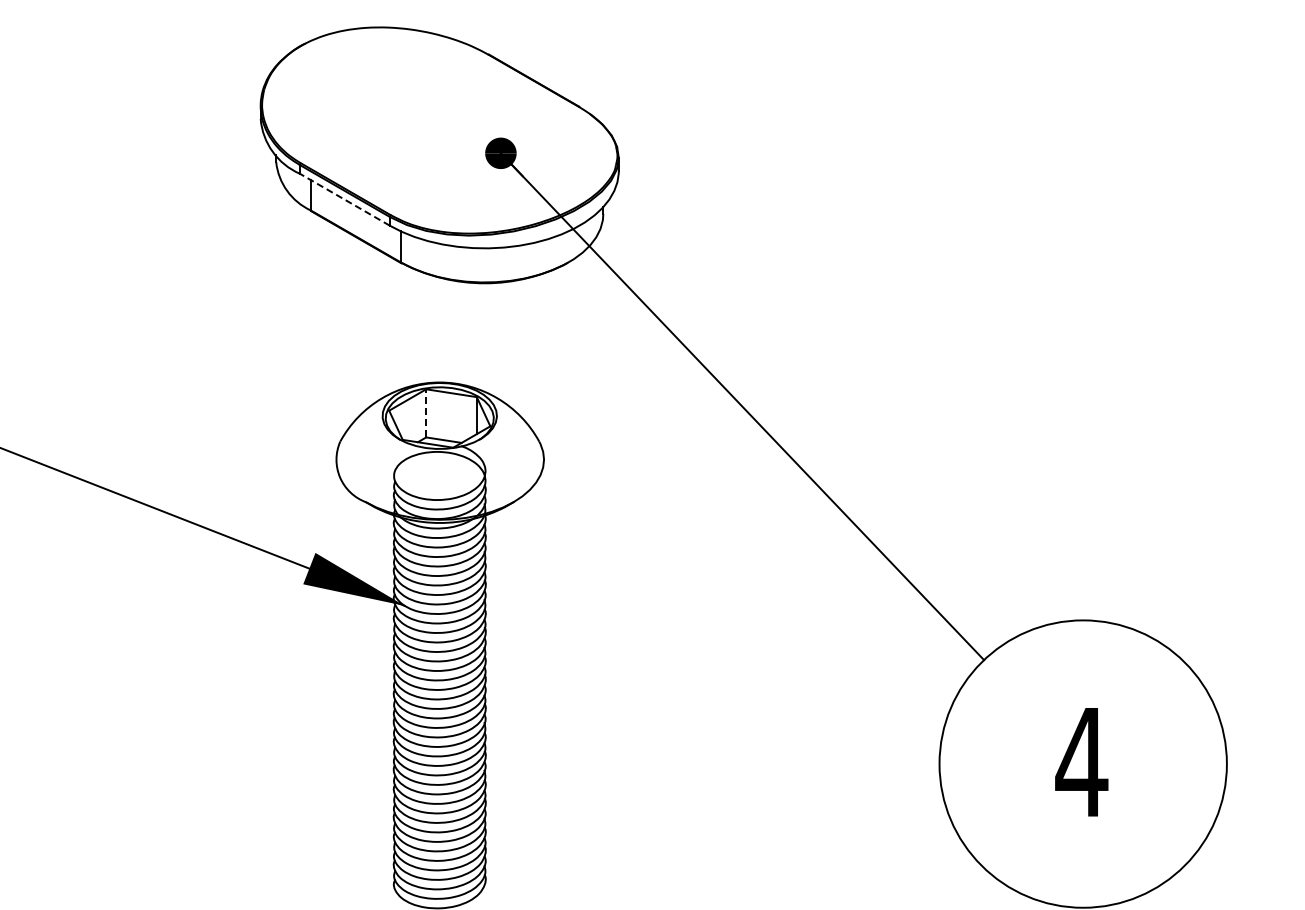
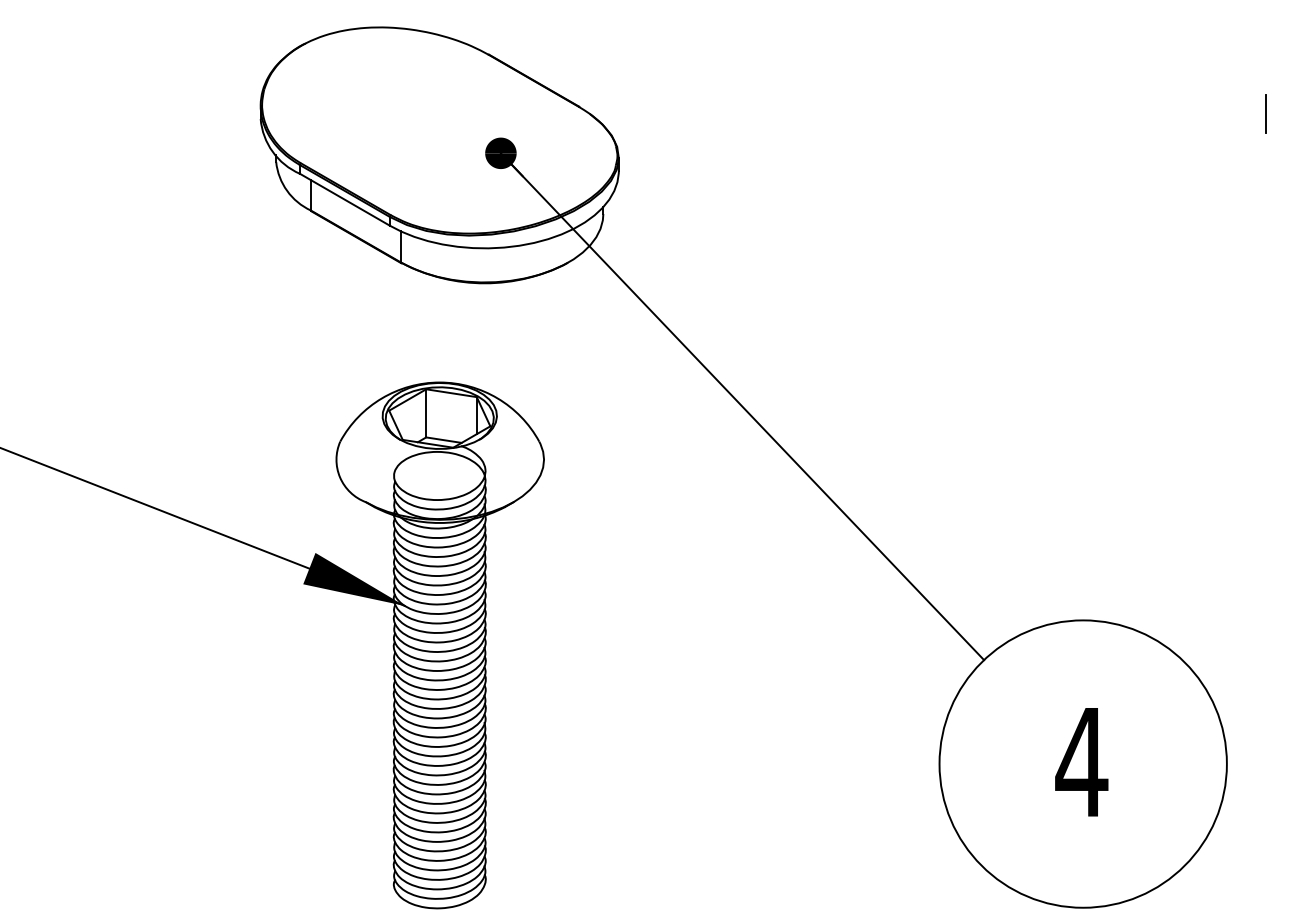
line at (1265, 113): none -> present
line at (344, 199): dashed -> solid
line at (426, 412): dashed -> solid
